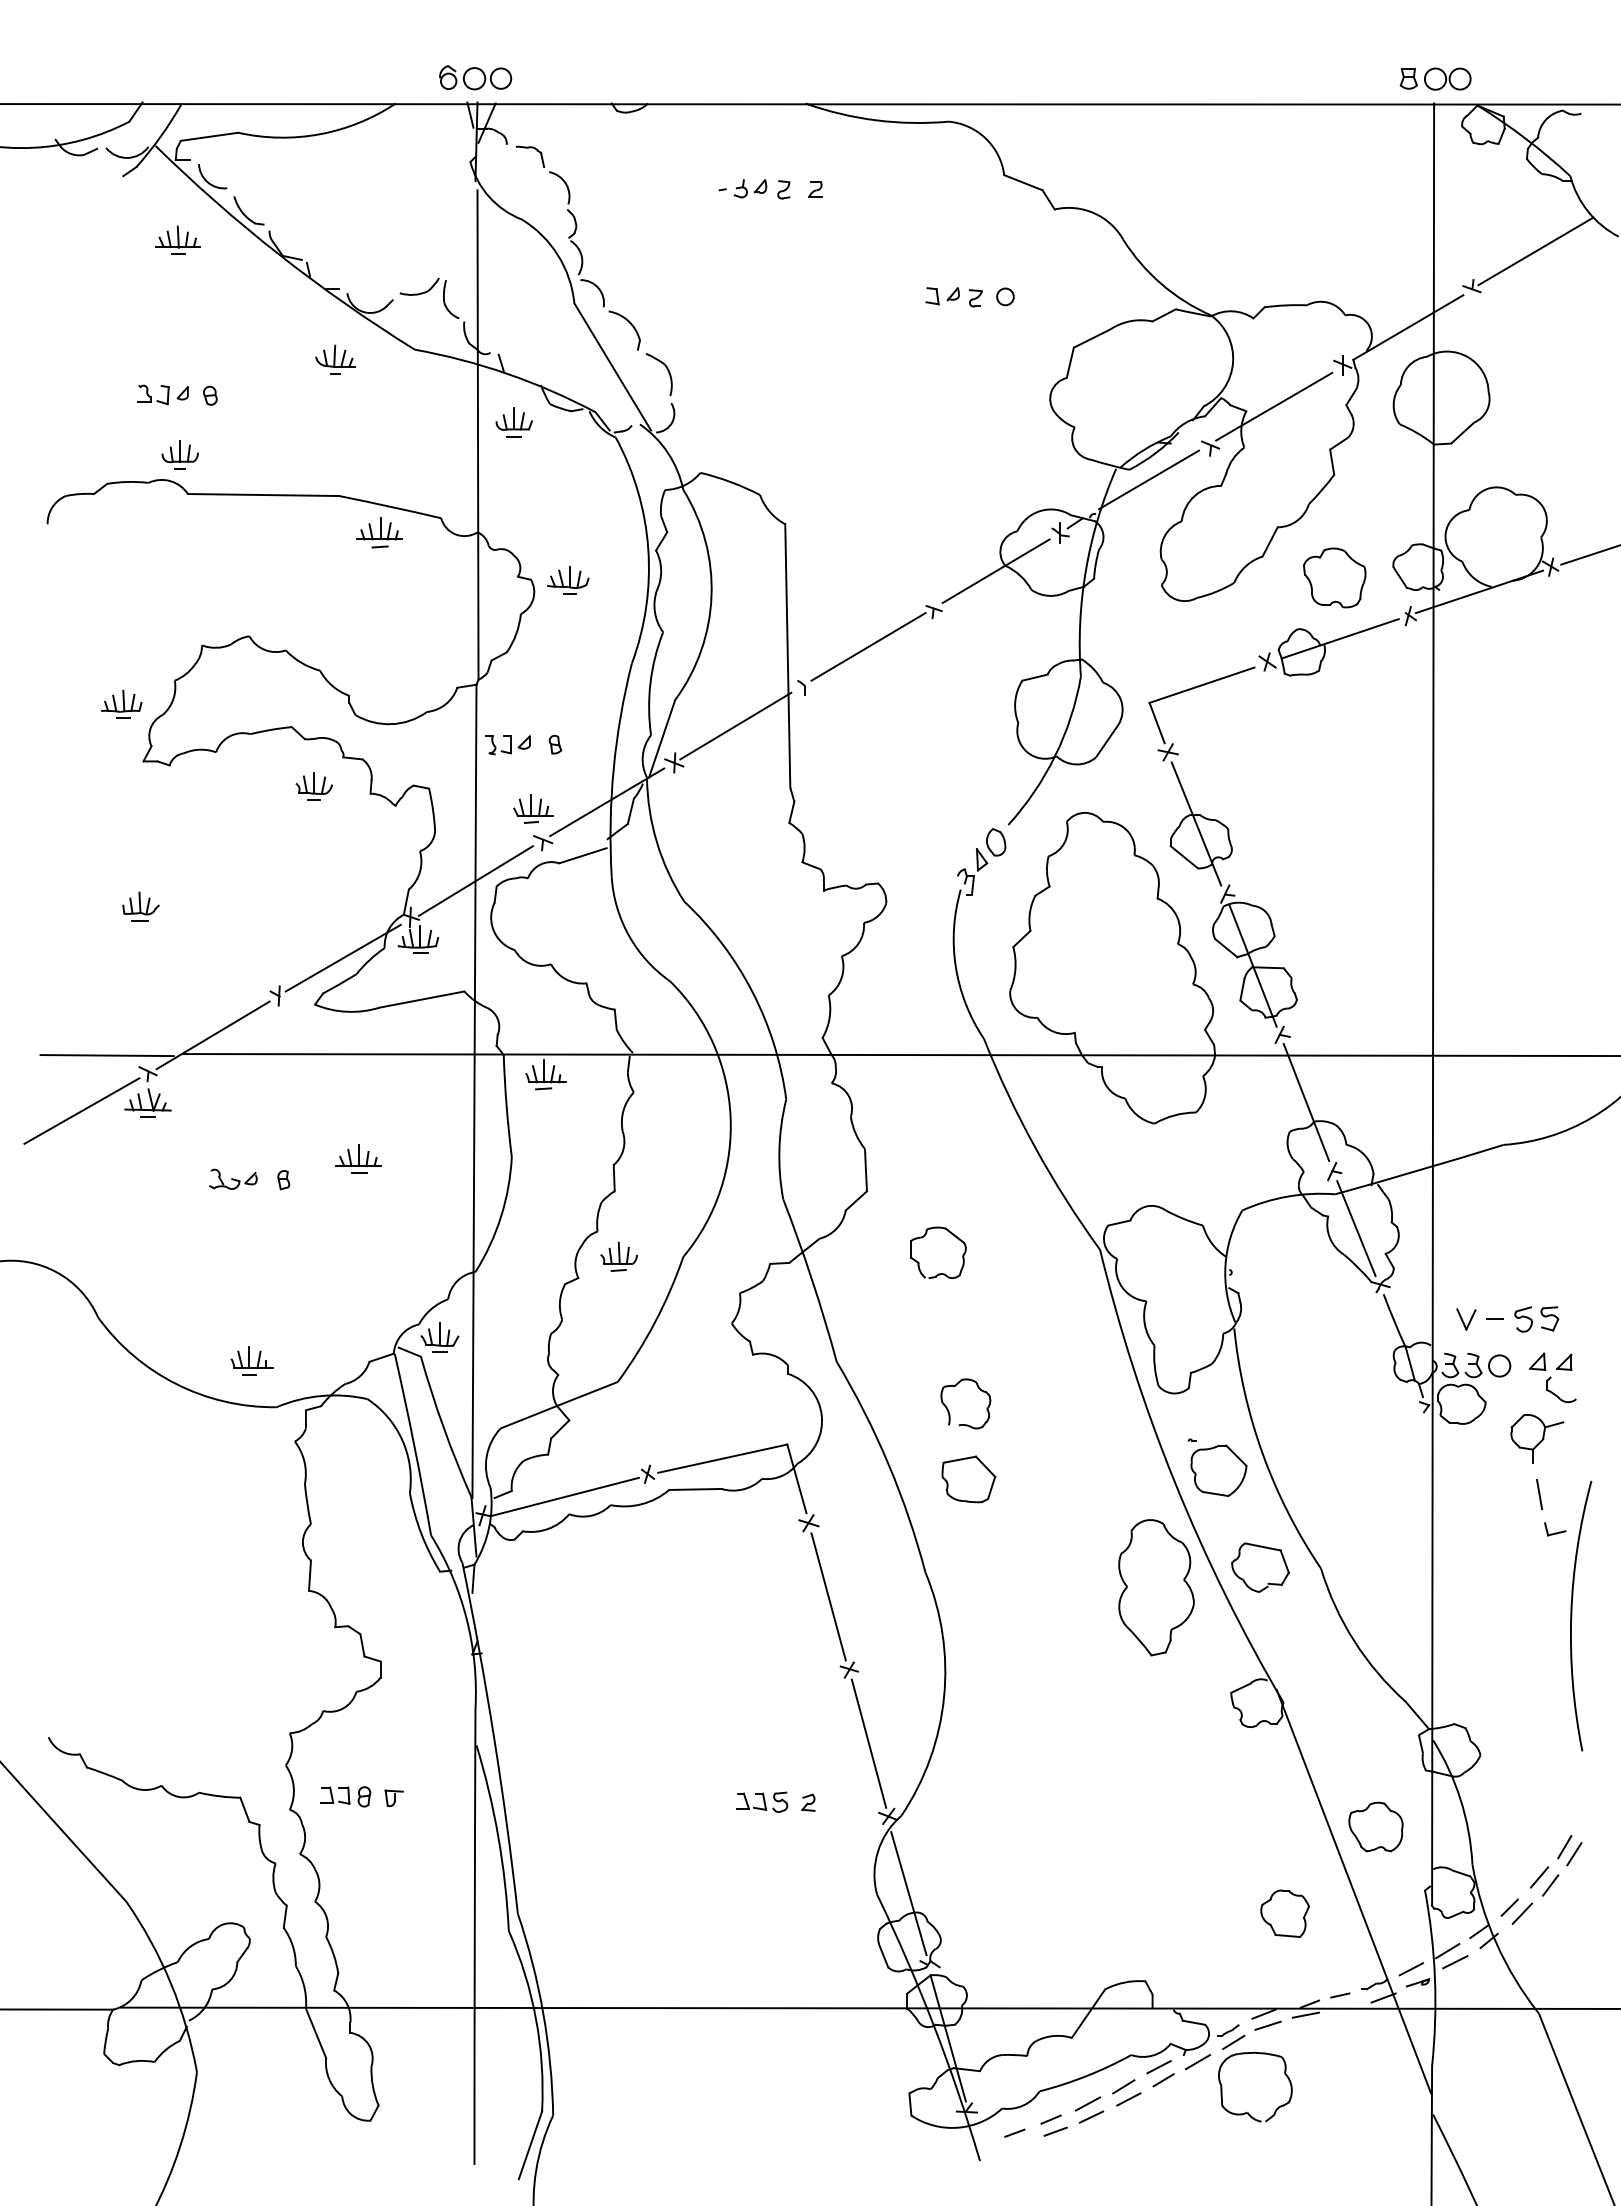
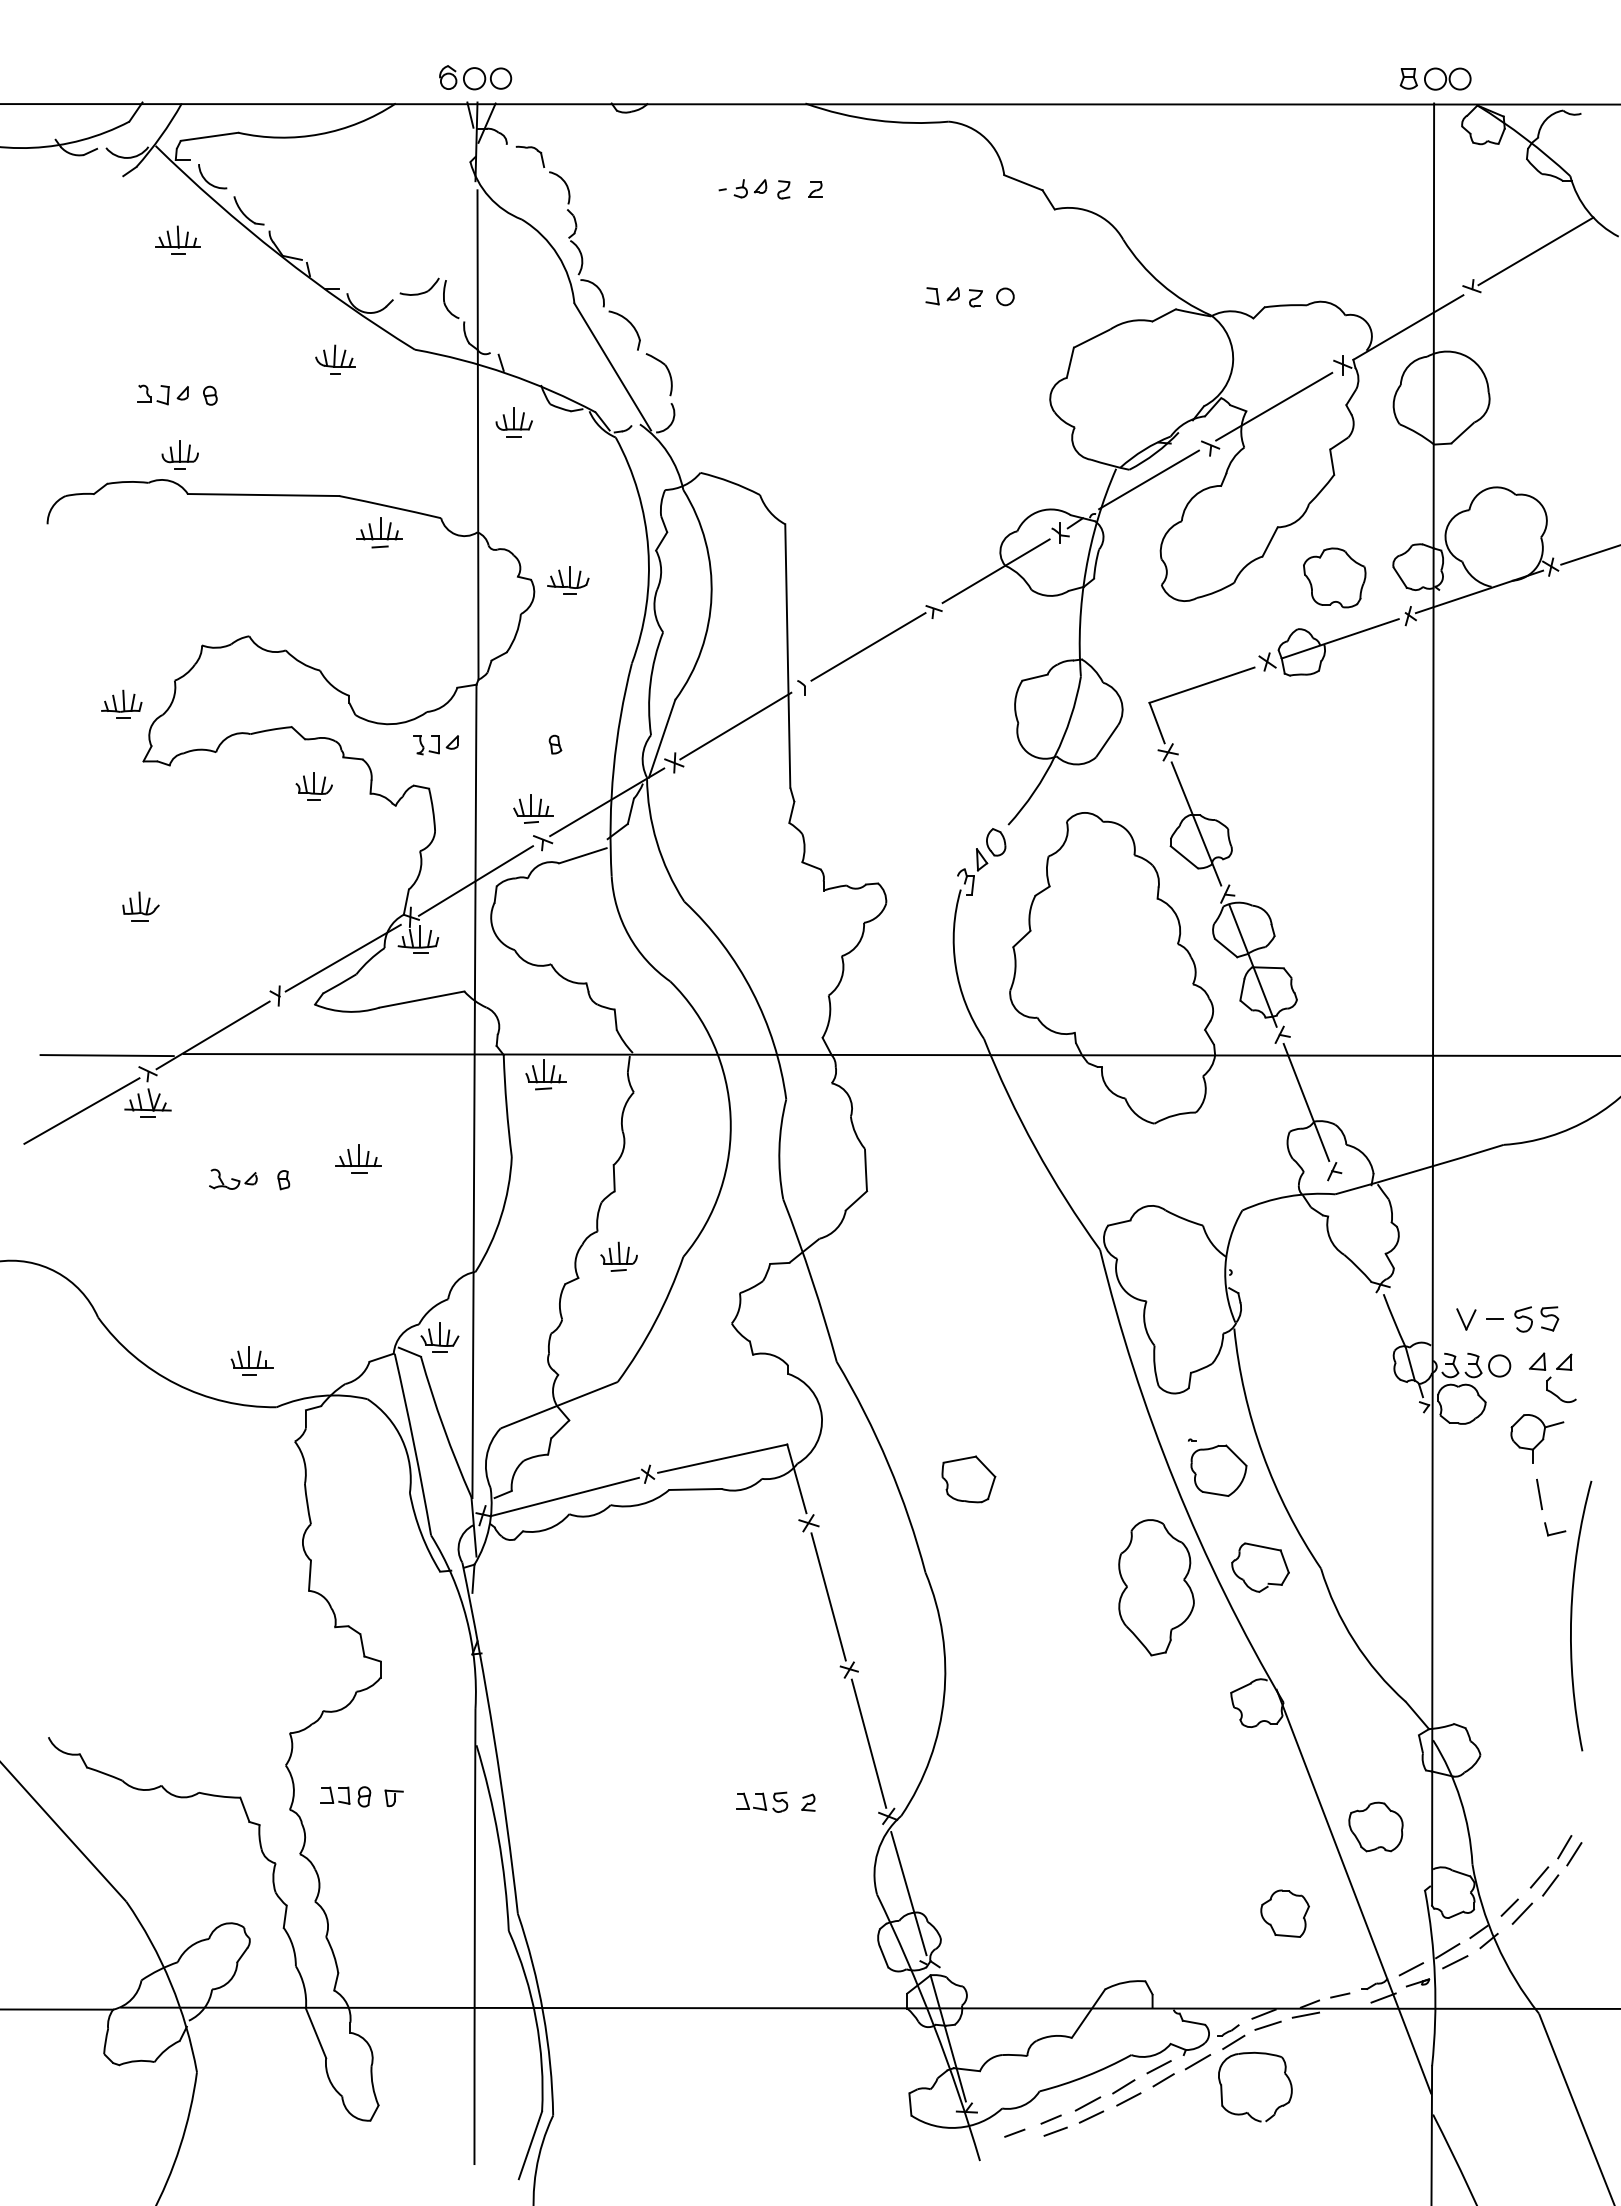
part at (507, 745) position: (507, 745) -> (435, 745)
line at (1356, 1228): present -> none
part at (925, 1236): present -> none
part at (948, 1408): present -> none
